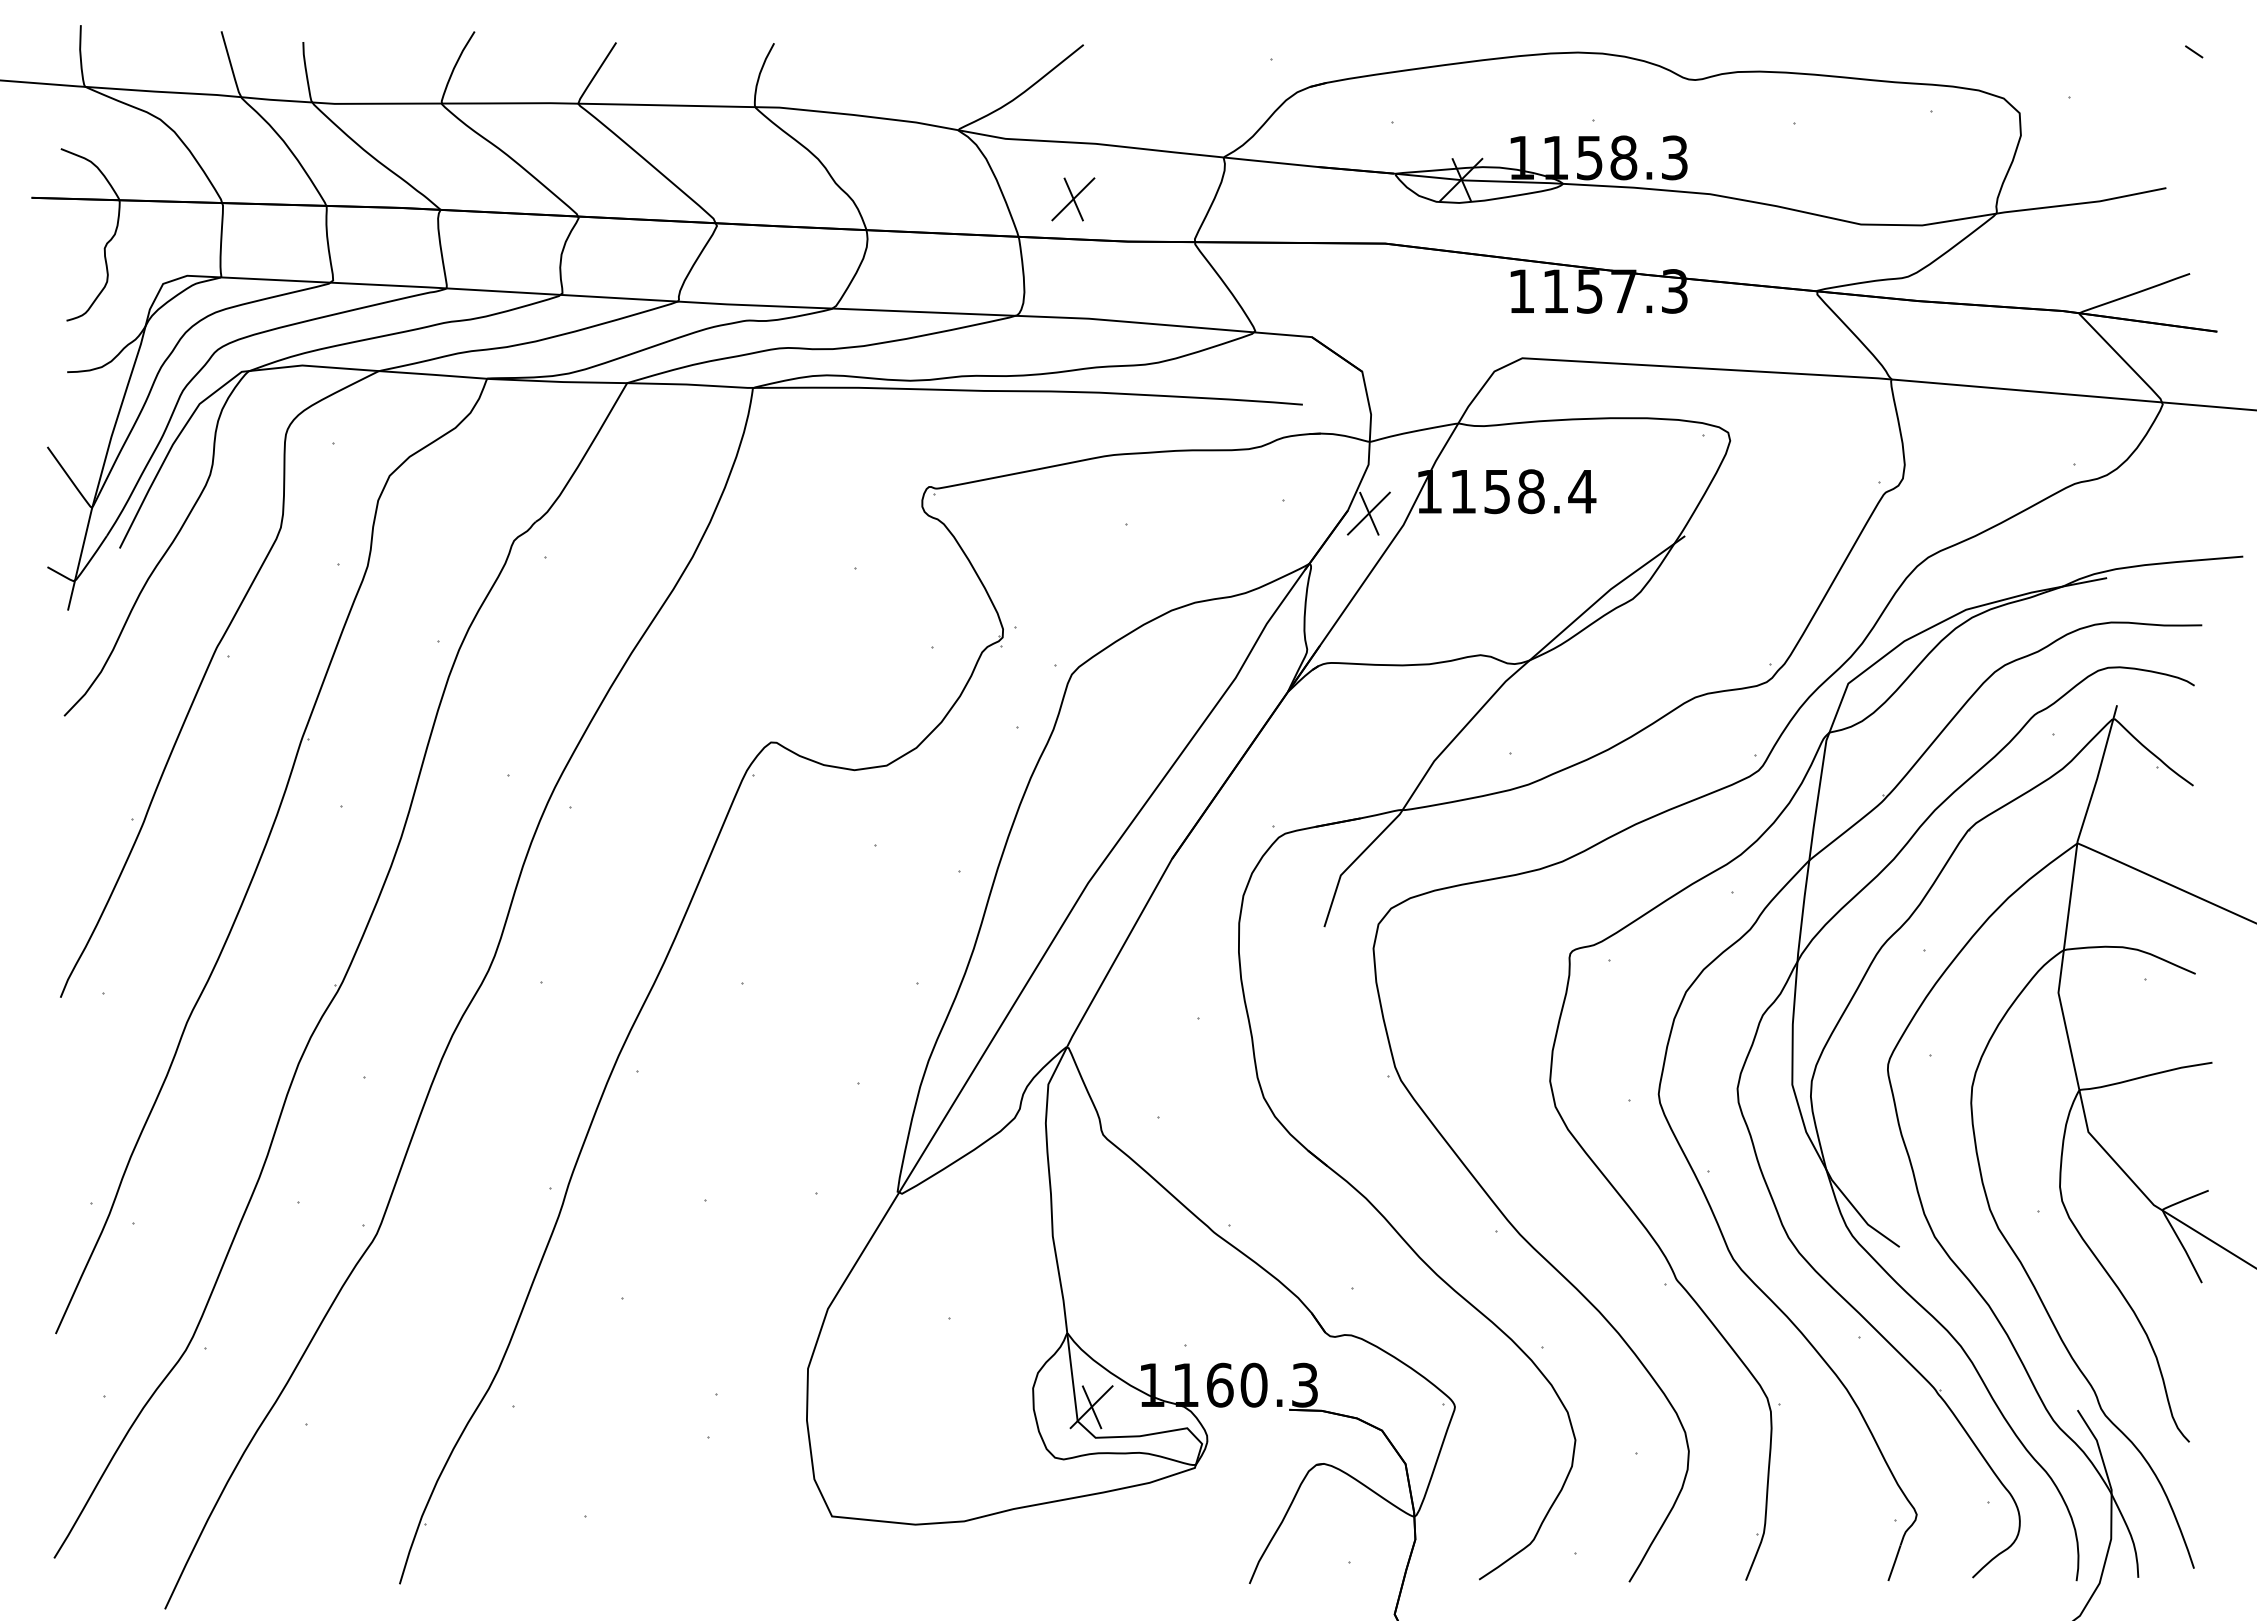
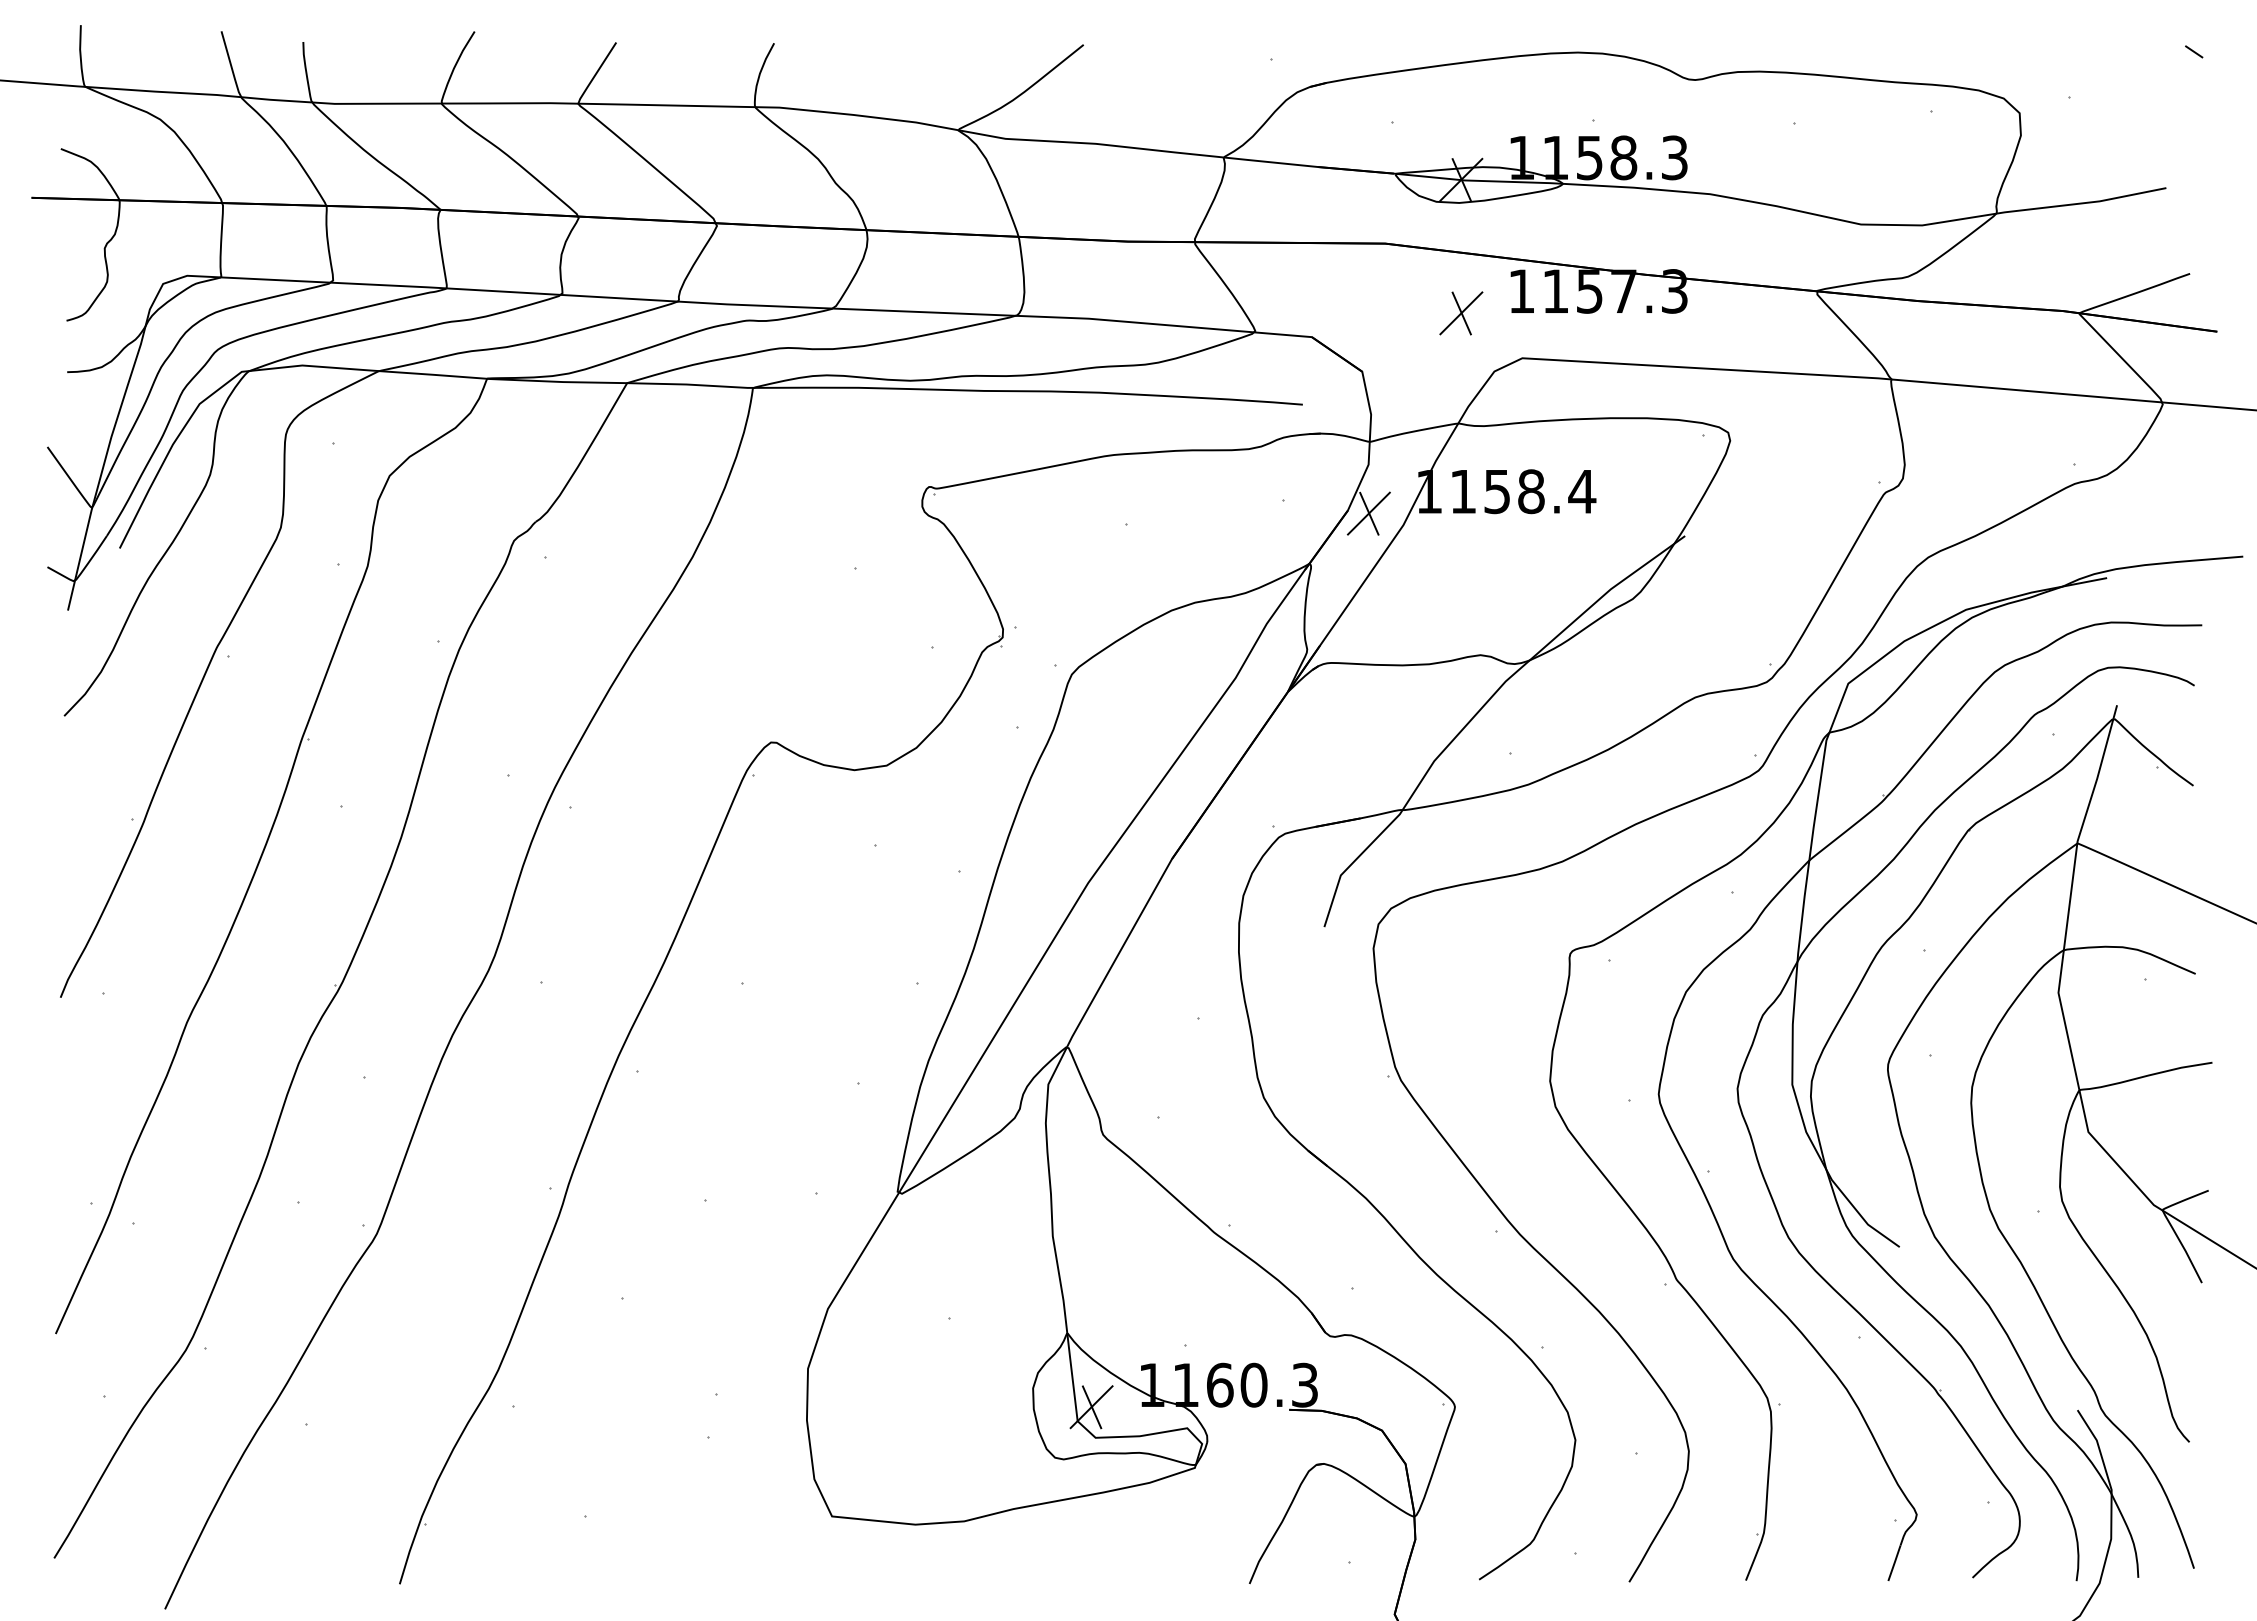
part at (1073, 199) position: (1073, 199) -> (1461, 313)
